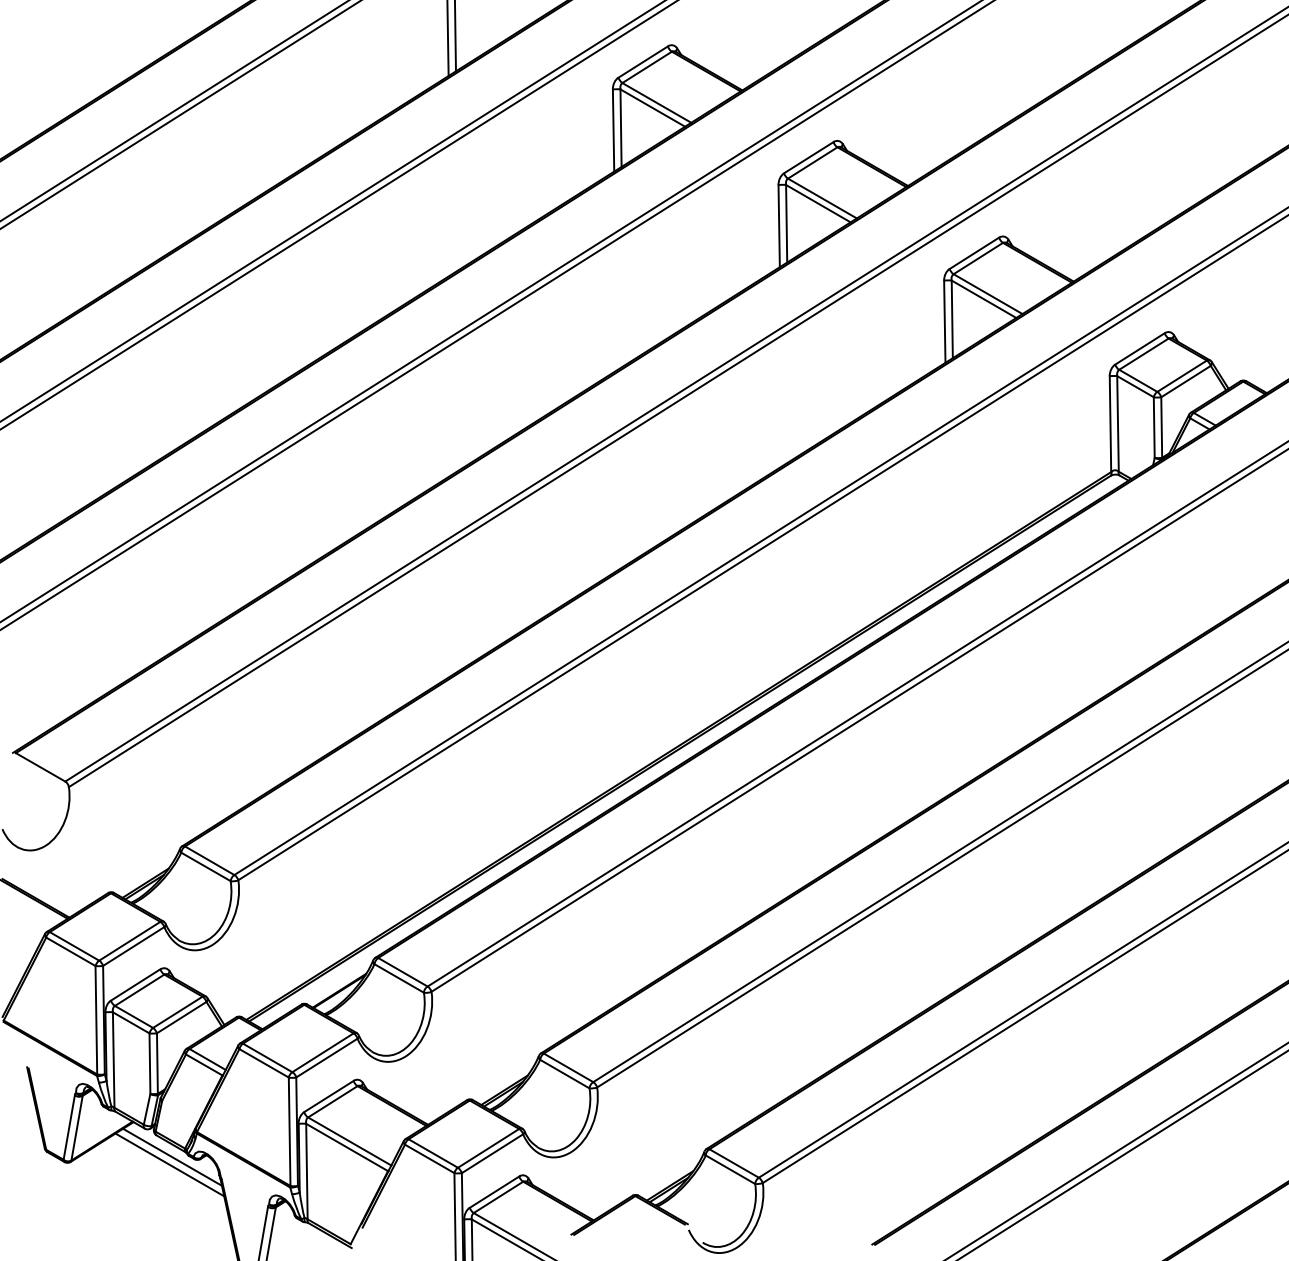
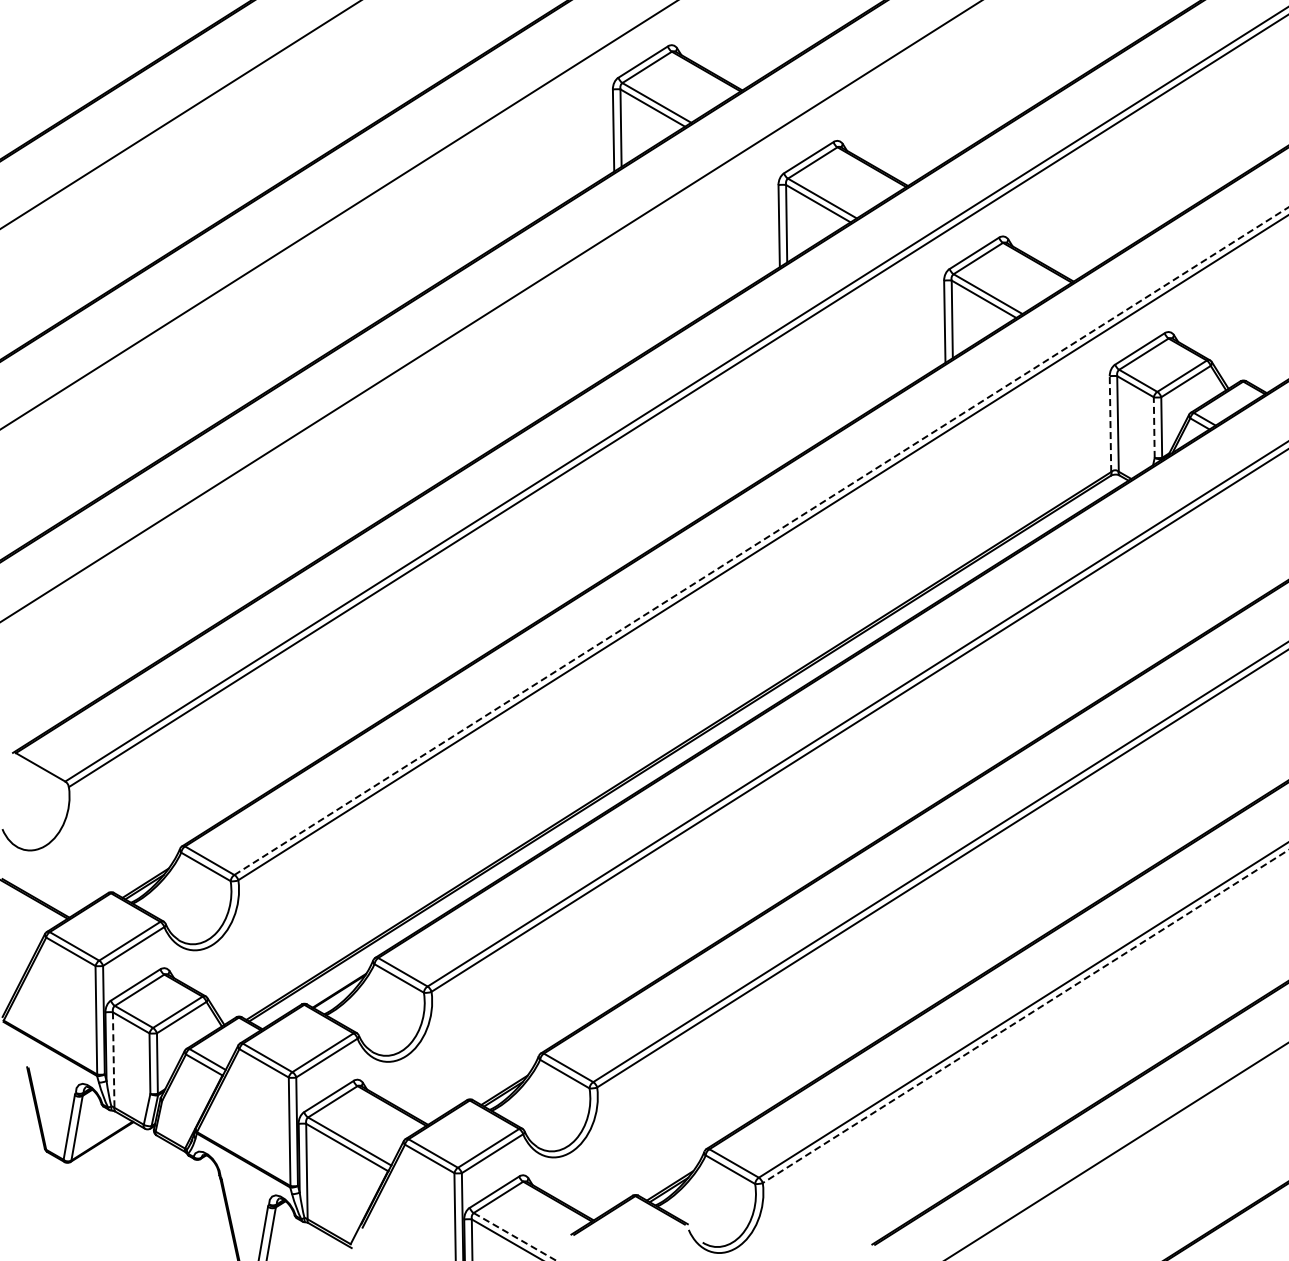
line at (455, 36): present -> none
line at (447, 39): present -> none
line at (173, 111): present -> none
line at (332, 211): present -> none
line at (496, 315): present -> none
line at (1110, 424): solid -> dashed
line at (1154, 427): solid -> dashed
line at (761, 541): solid -> dashed
line at (1025, 1016): solid -> dashed
line at (113, 1060): solid -> dashed
line at (1123, 1154): present -> none
line at (172, 1156): present -> none
line at (169, 1164): present -> none
line at (514, 1236): solid -> dashed
